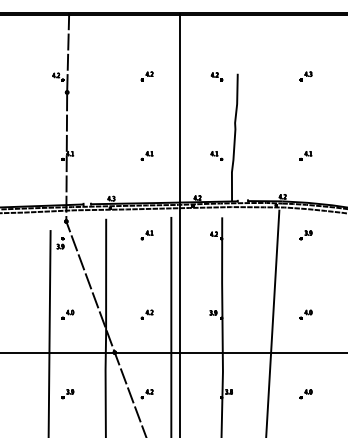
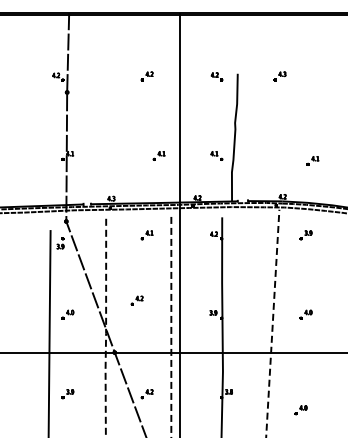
part at (305, 76) position: (305, 76) -> (279, 76)
part at (146, 155) position: (146, 155) -> (158, 155)
part at (305, 155) position: (305, 155) -> (312, 160)
part at (146, 314) position: (146, 314) -> (136, 300)
line at (272, 323): solid -> dashed
line at (171, 327): solid -> dashed
line at (106, 329): solid -> dashed
part at (305, 394) position: (305, 394) -> (300, 410)
